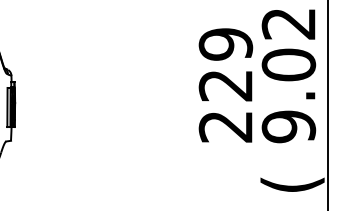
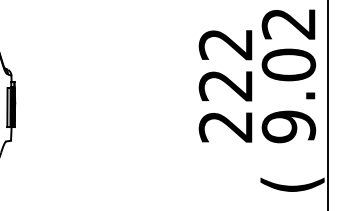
text at (225, 44): 229 -> 222
